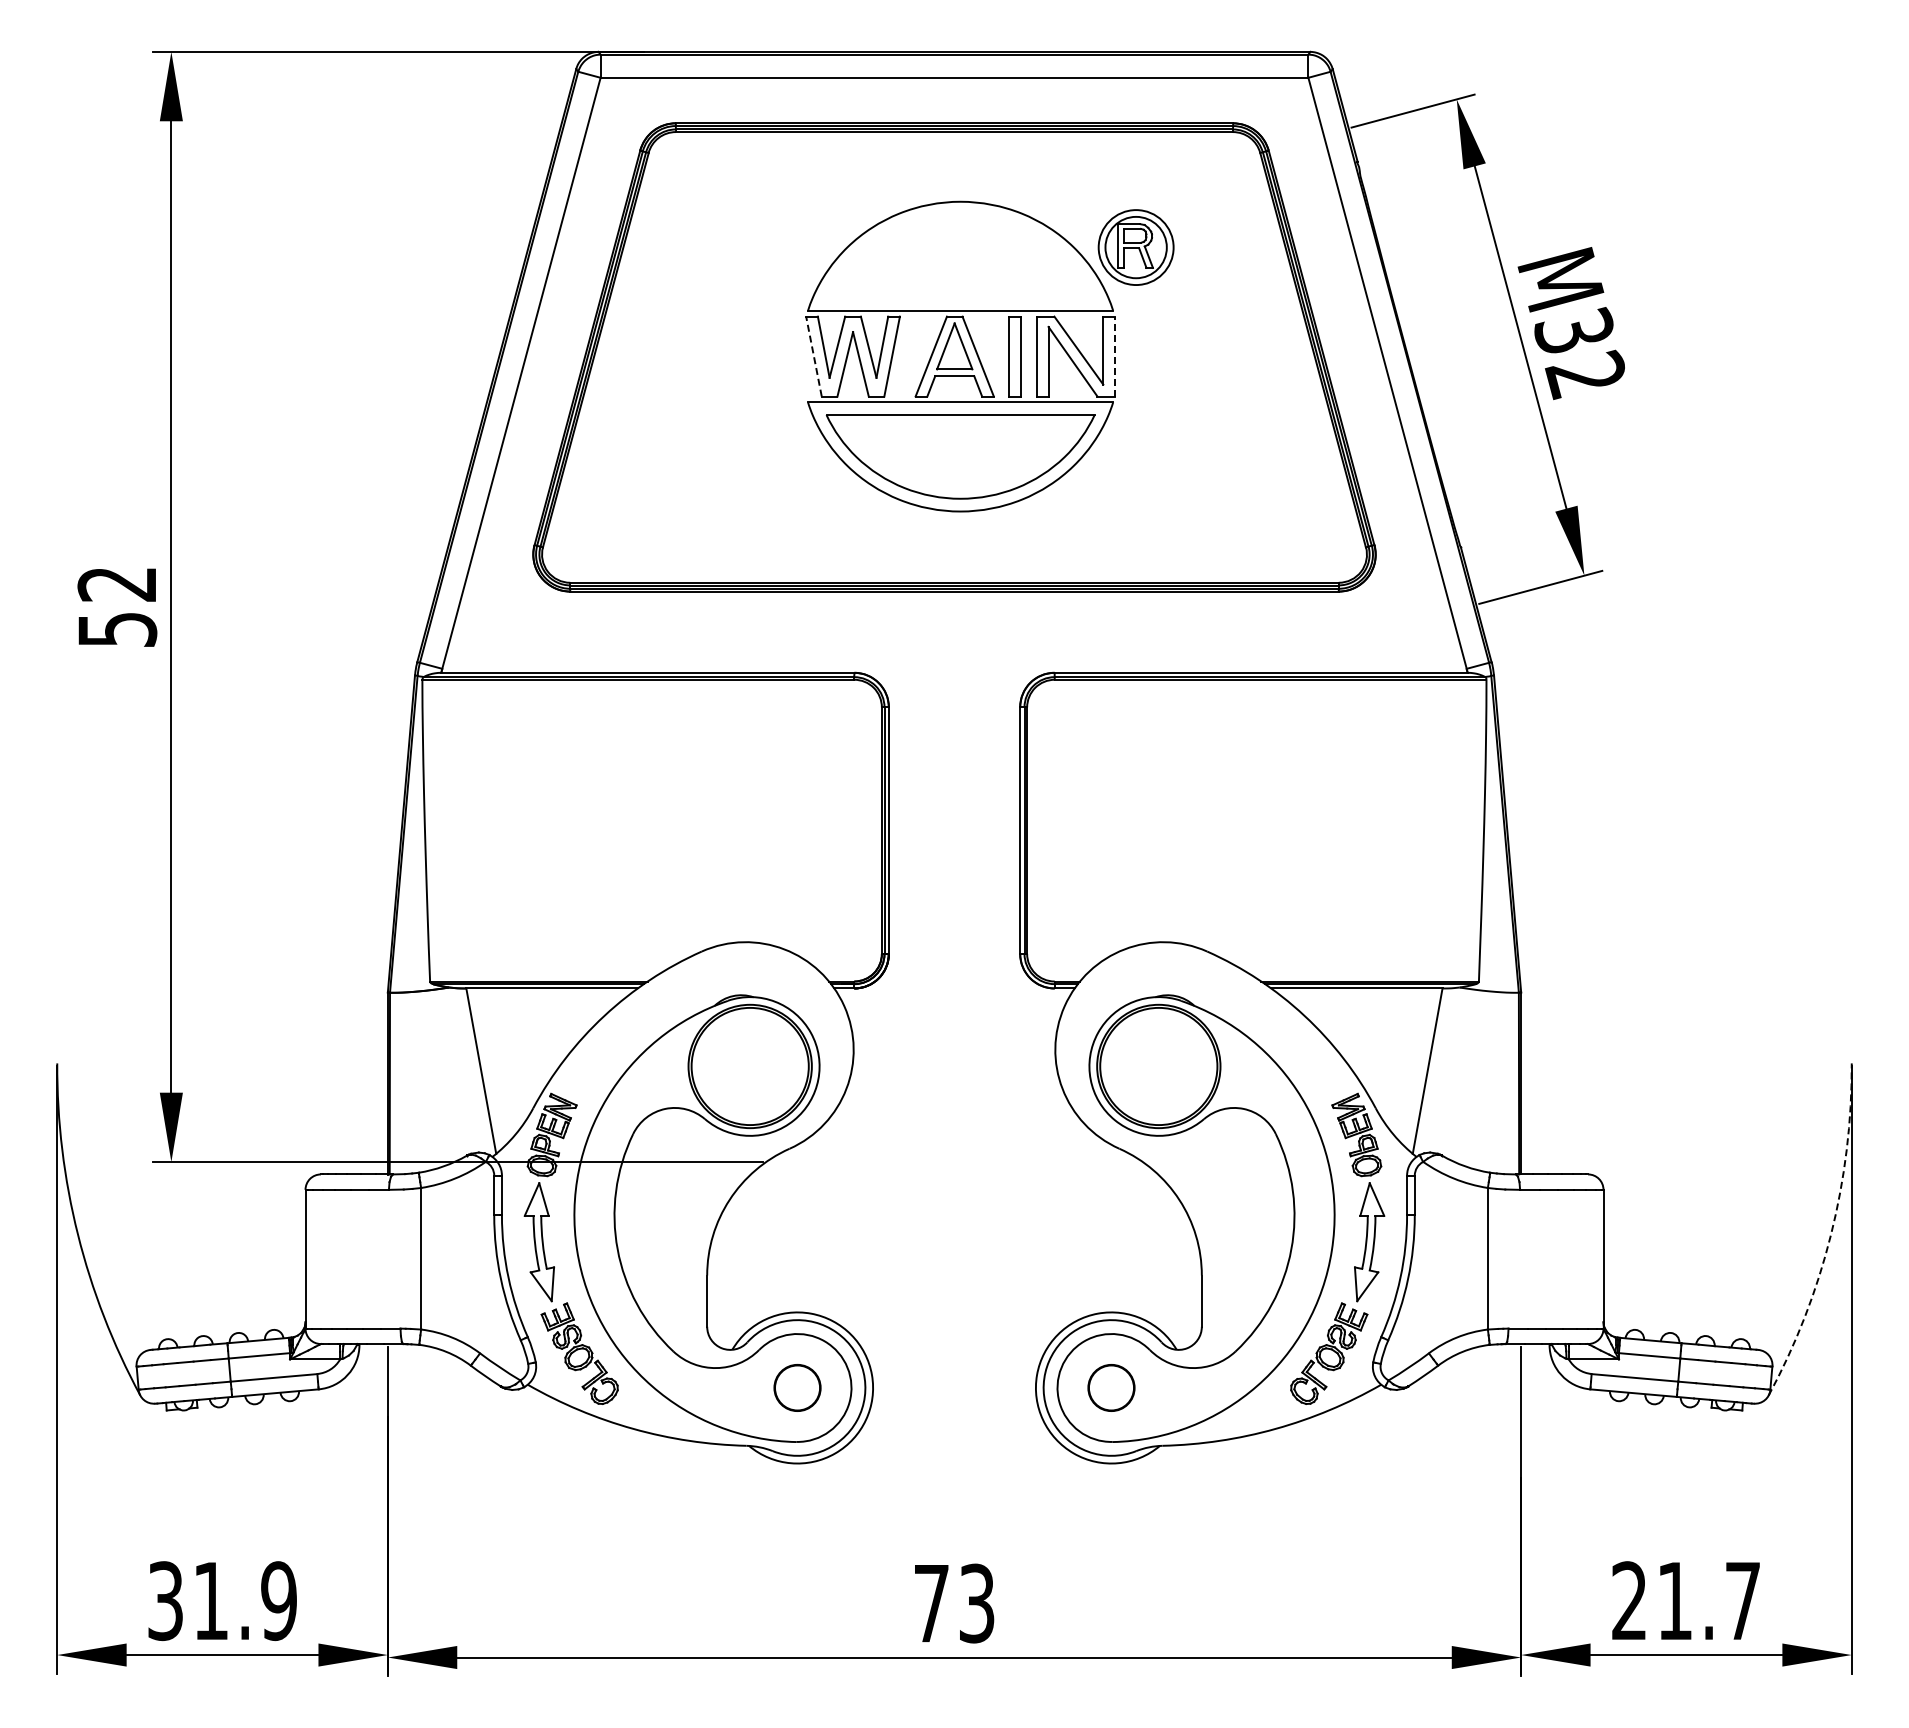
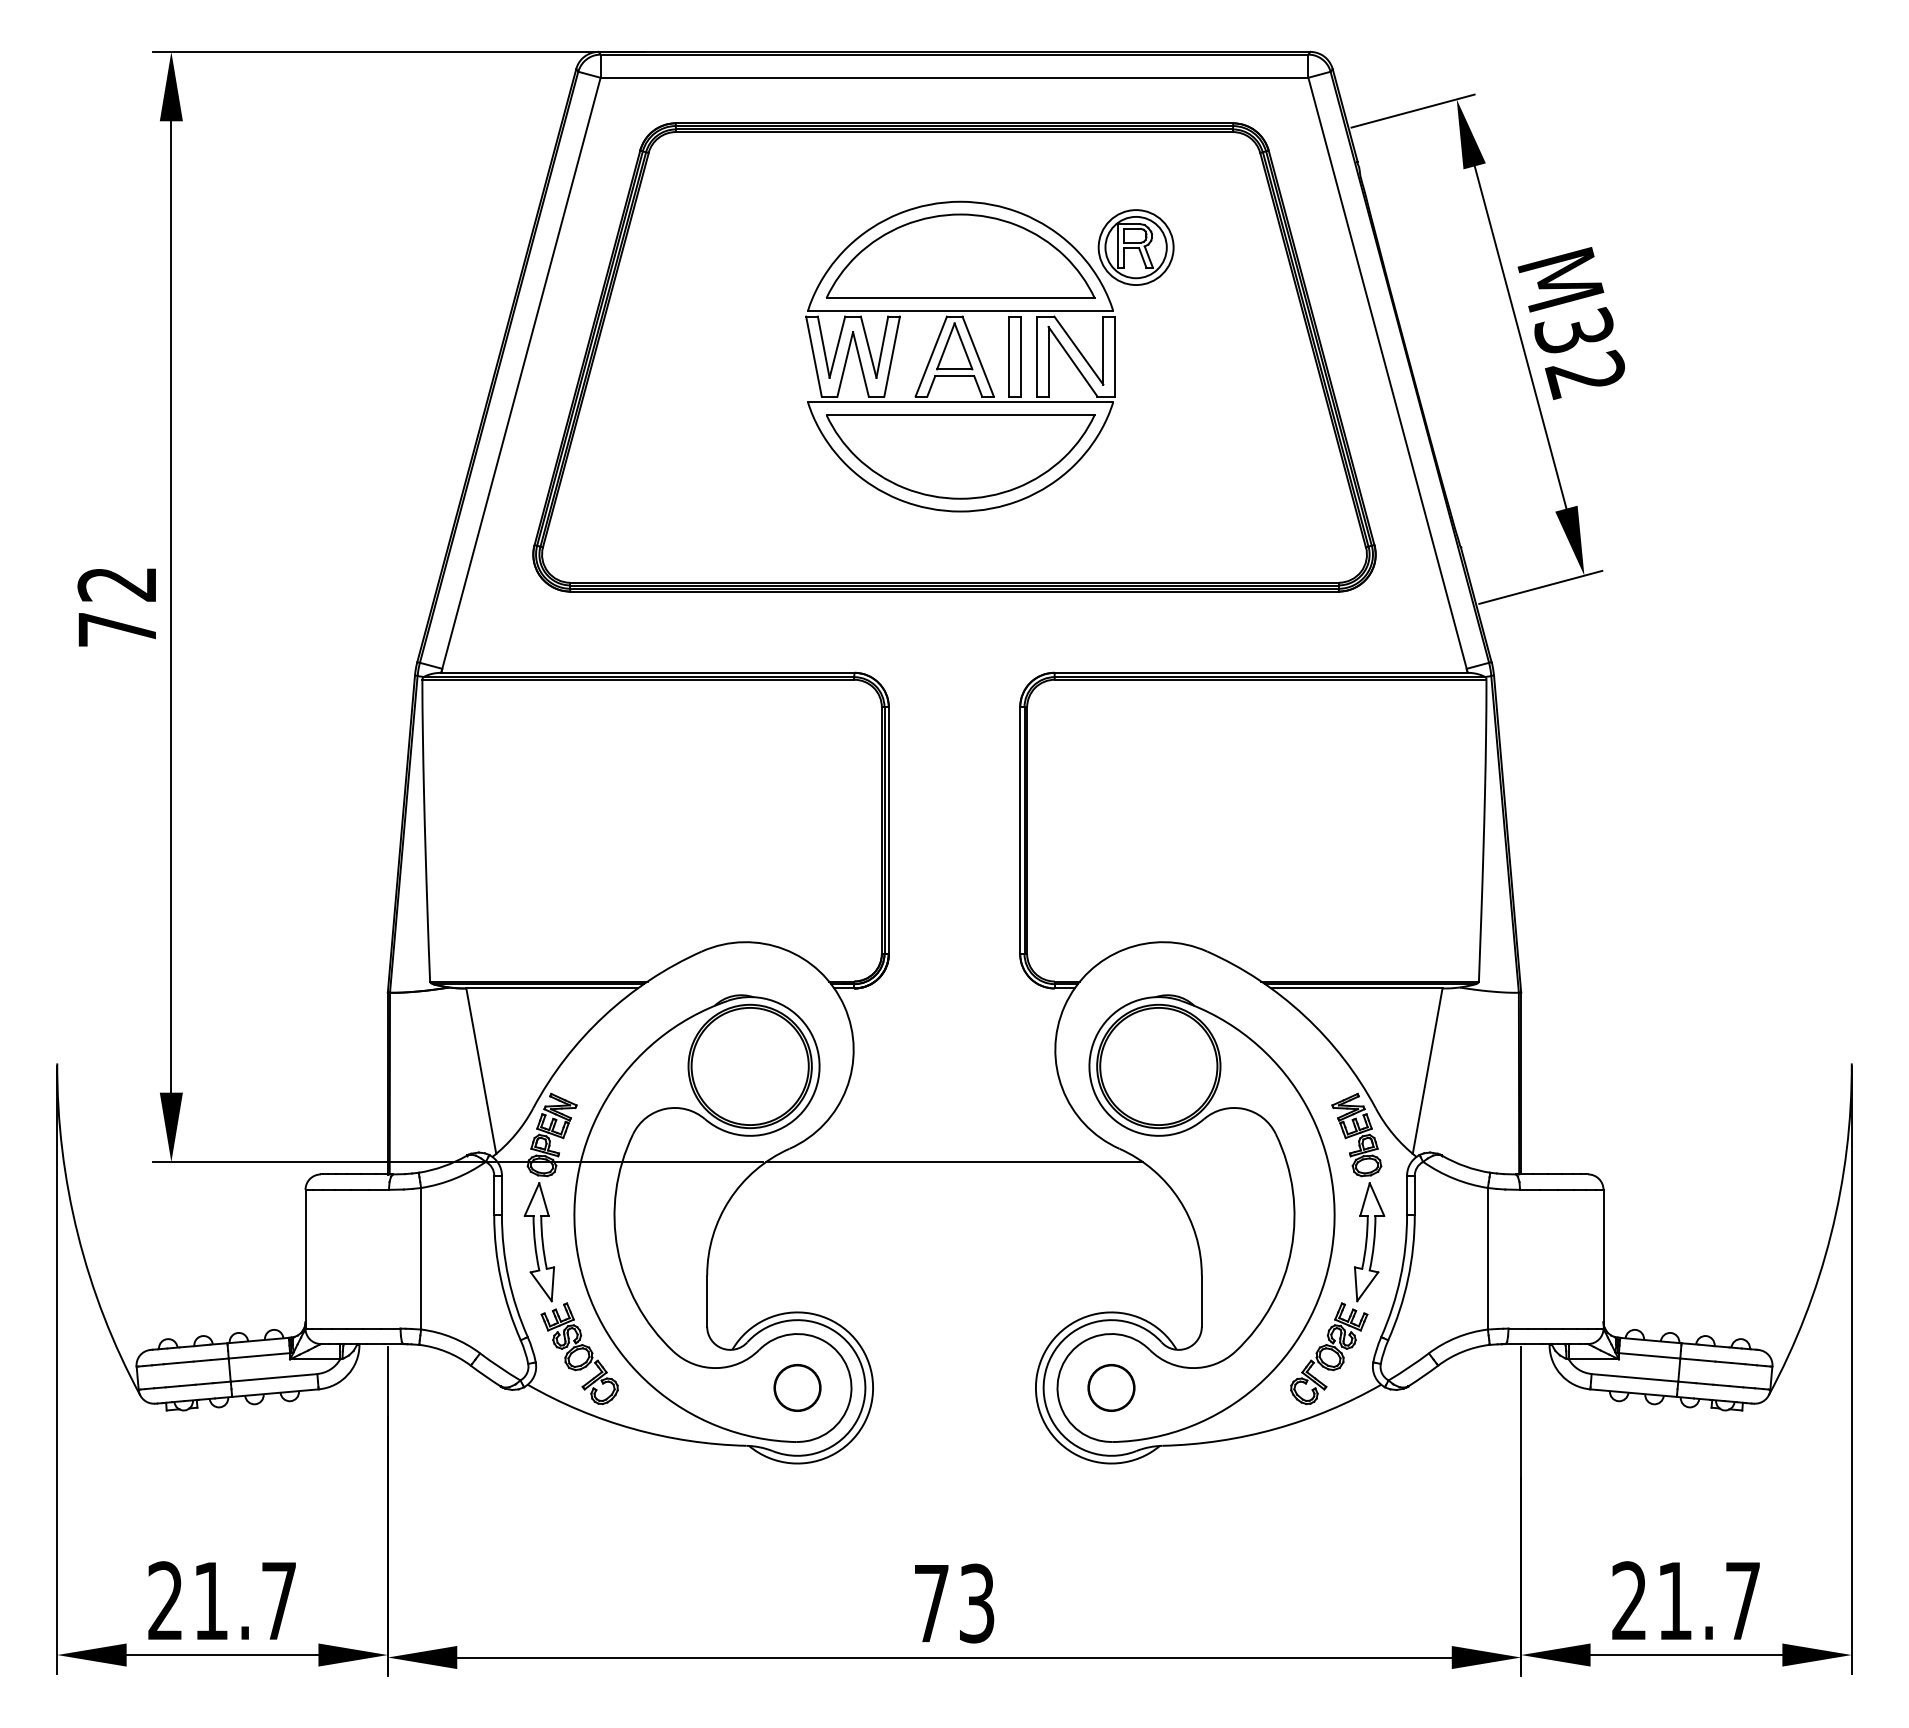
part at (960, 255): none -> present
line at (813, 356): dashed -> solid
line at (1115, 356): dashed -> solid
text at (117, 629): 52 -> 72
line at (954, 1162): none -> present
arc at (1831, 1234): dashed -> solid
text at (222, 1601): 31.9 -> 21.7
